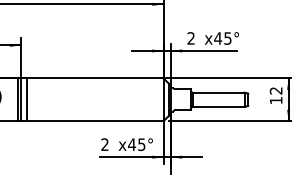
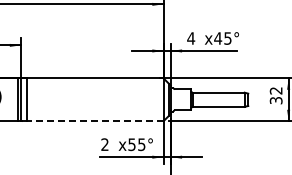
text at (191, 38): 2 -> 4
text at (275, 100): 12 -> 32
line at (94, 121): solid -> dashed
text at (132, 144): x45° -> x55°
